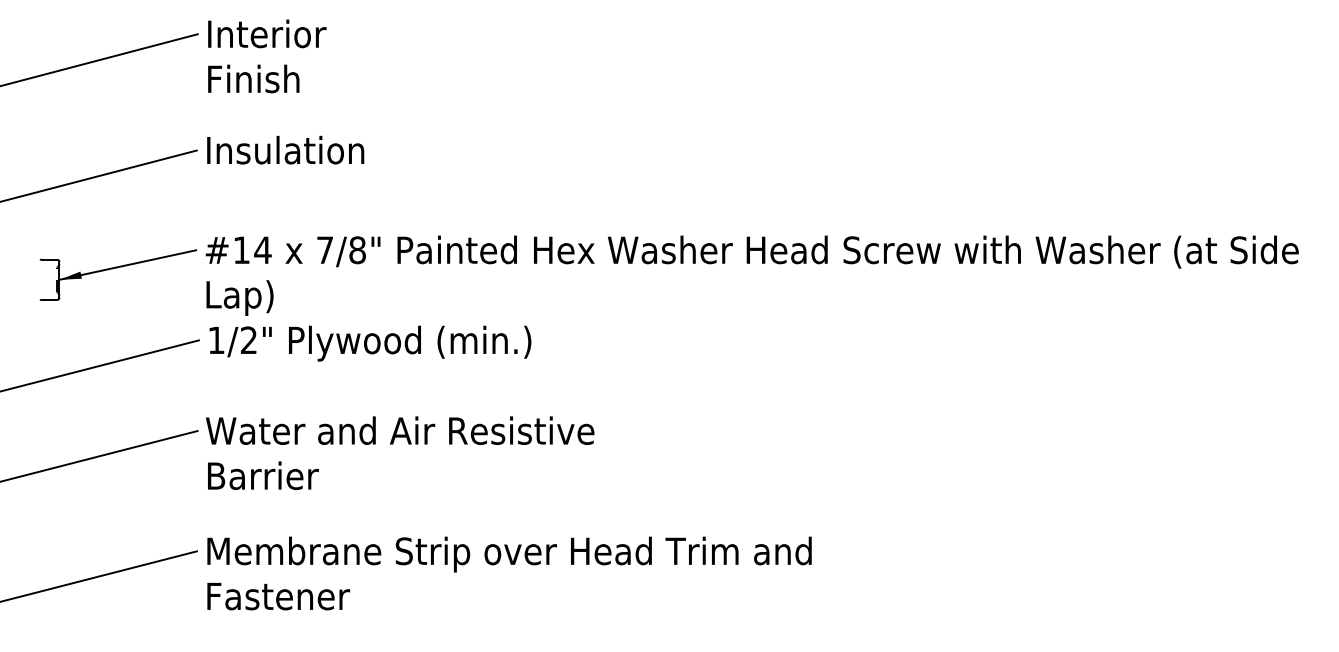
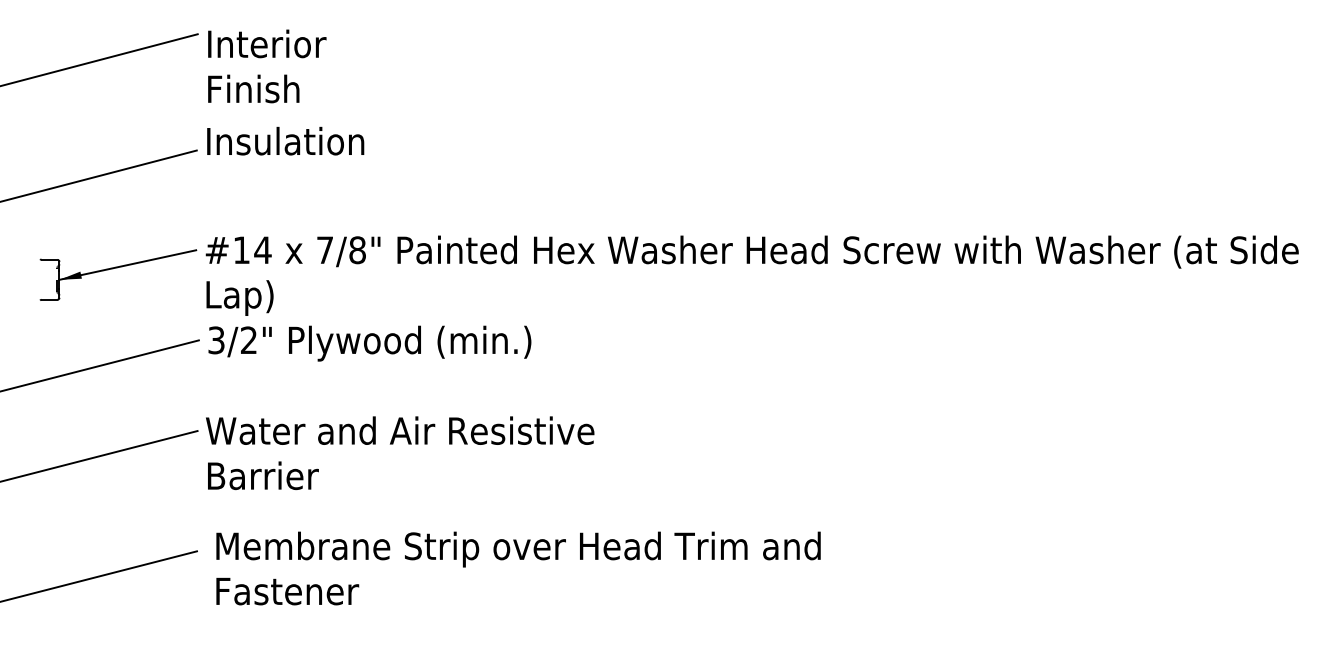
text at (267, 56) position: (267, 56) -> (267, 66)
text at (285, 149) position: (285, 149) -> (285, 140)
text at (216, 340): 1/2" -> 3/2"
text at (509, 573) position: (509, 573) -> (518, 568)
